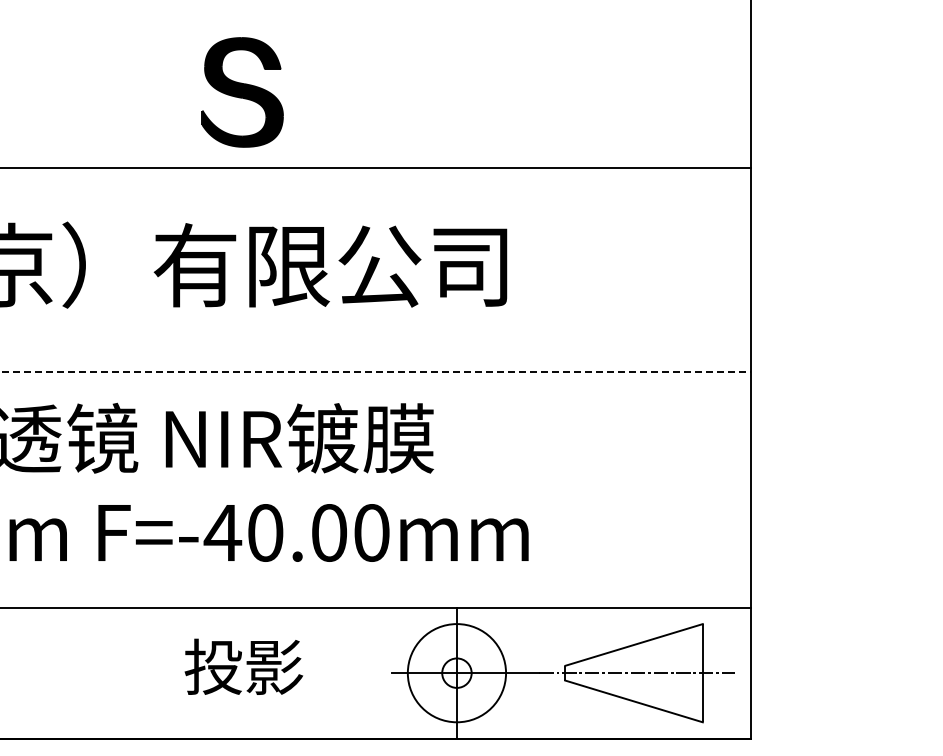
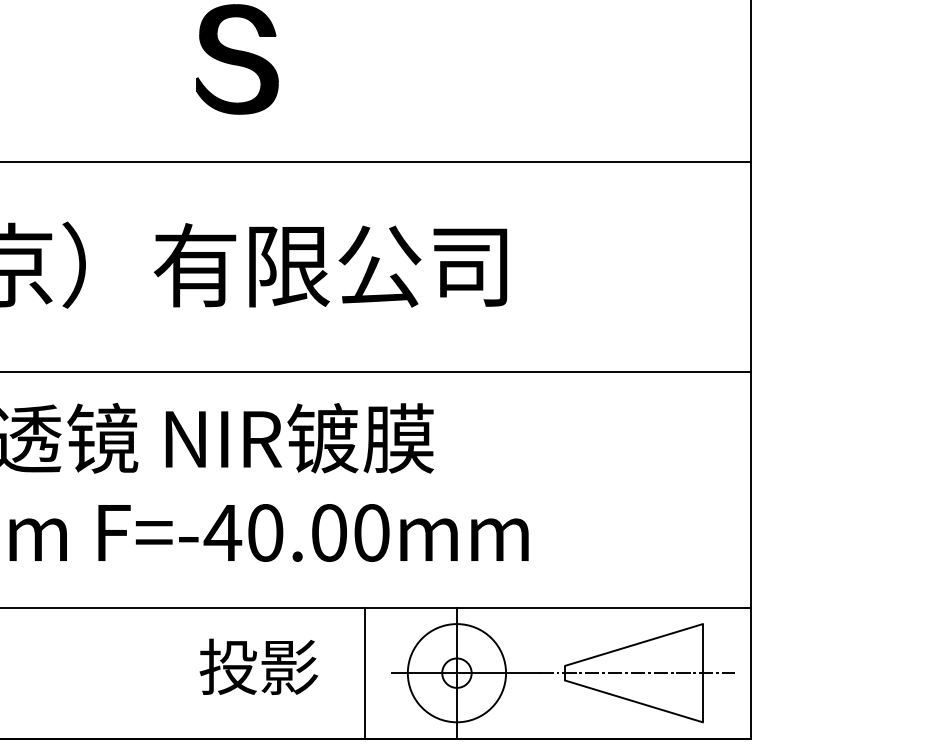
part at (242, 92) position: (242, 92) -> (237, 59)
line at (376, 168) position: (376, 168) -> (376, 162)
line at (376, 372): dashed -> solid
text at (243, 666) position: (243, 666) -> (258, 666)
line at (364, 672): none -> present
